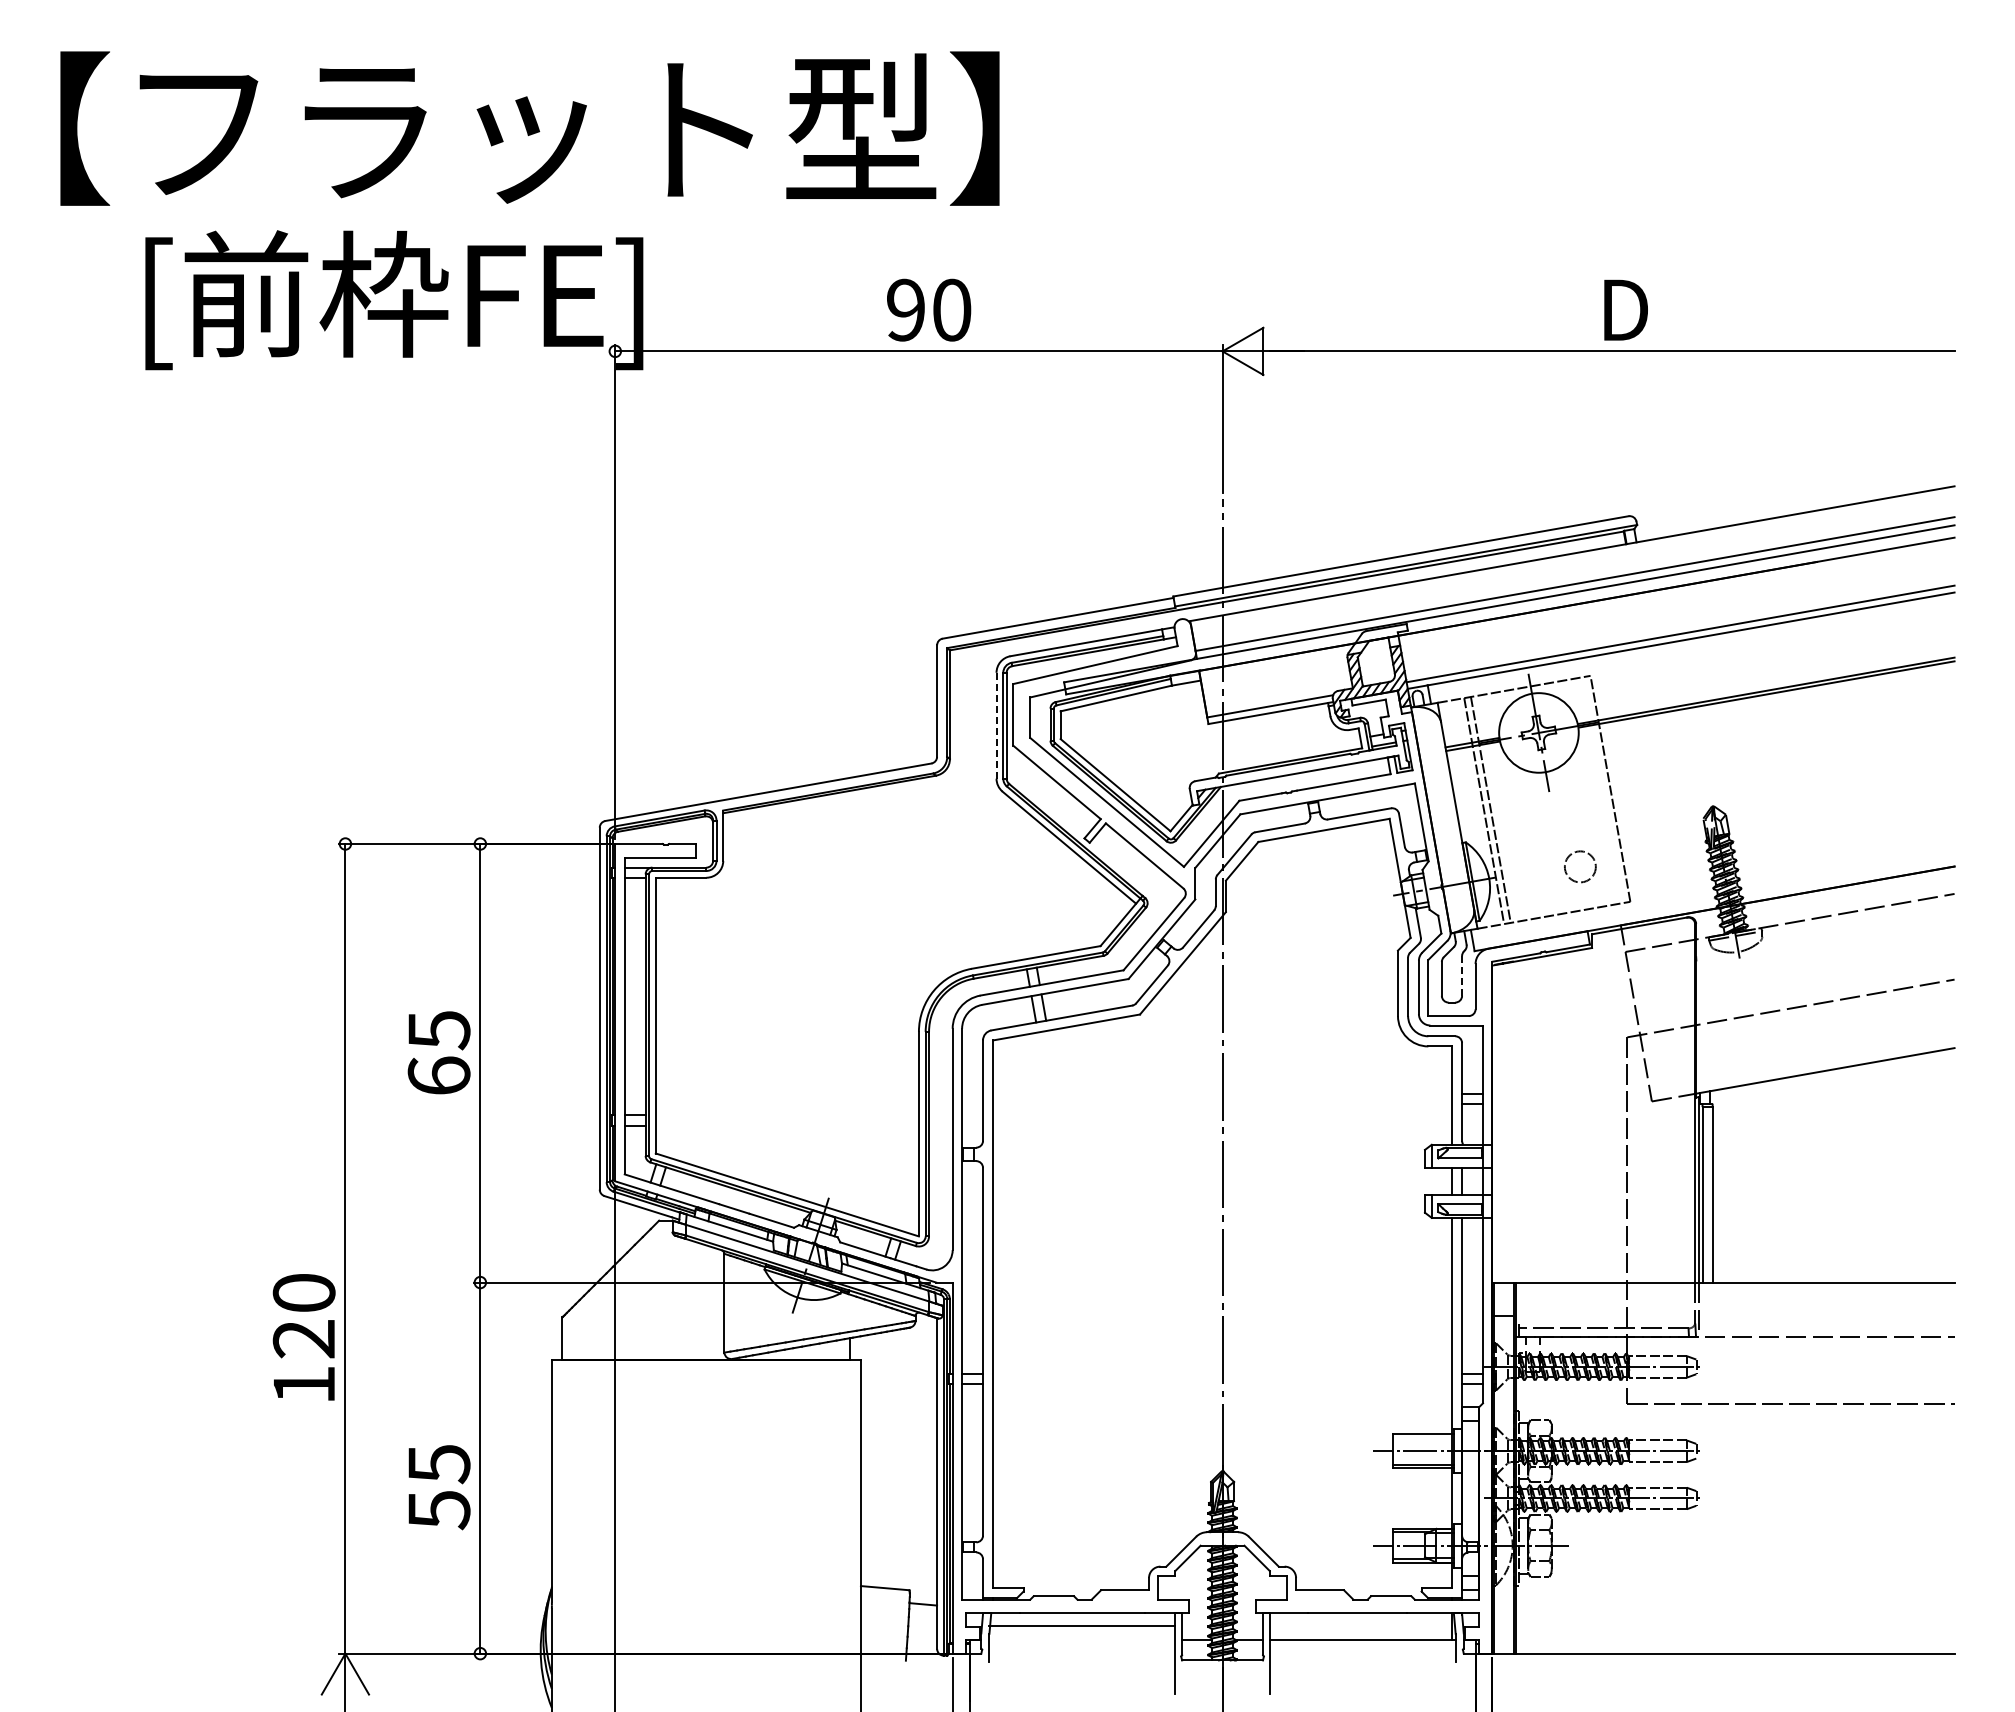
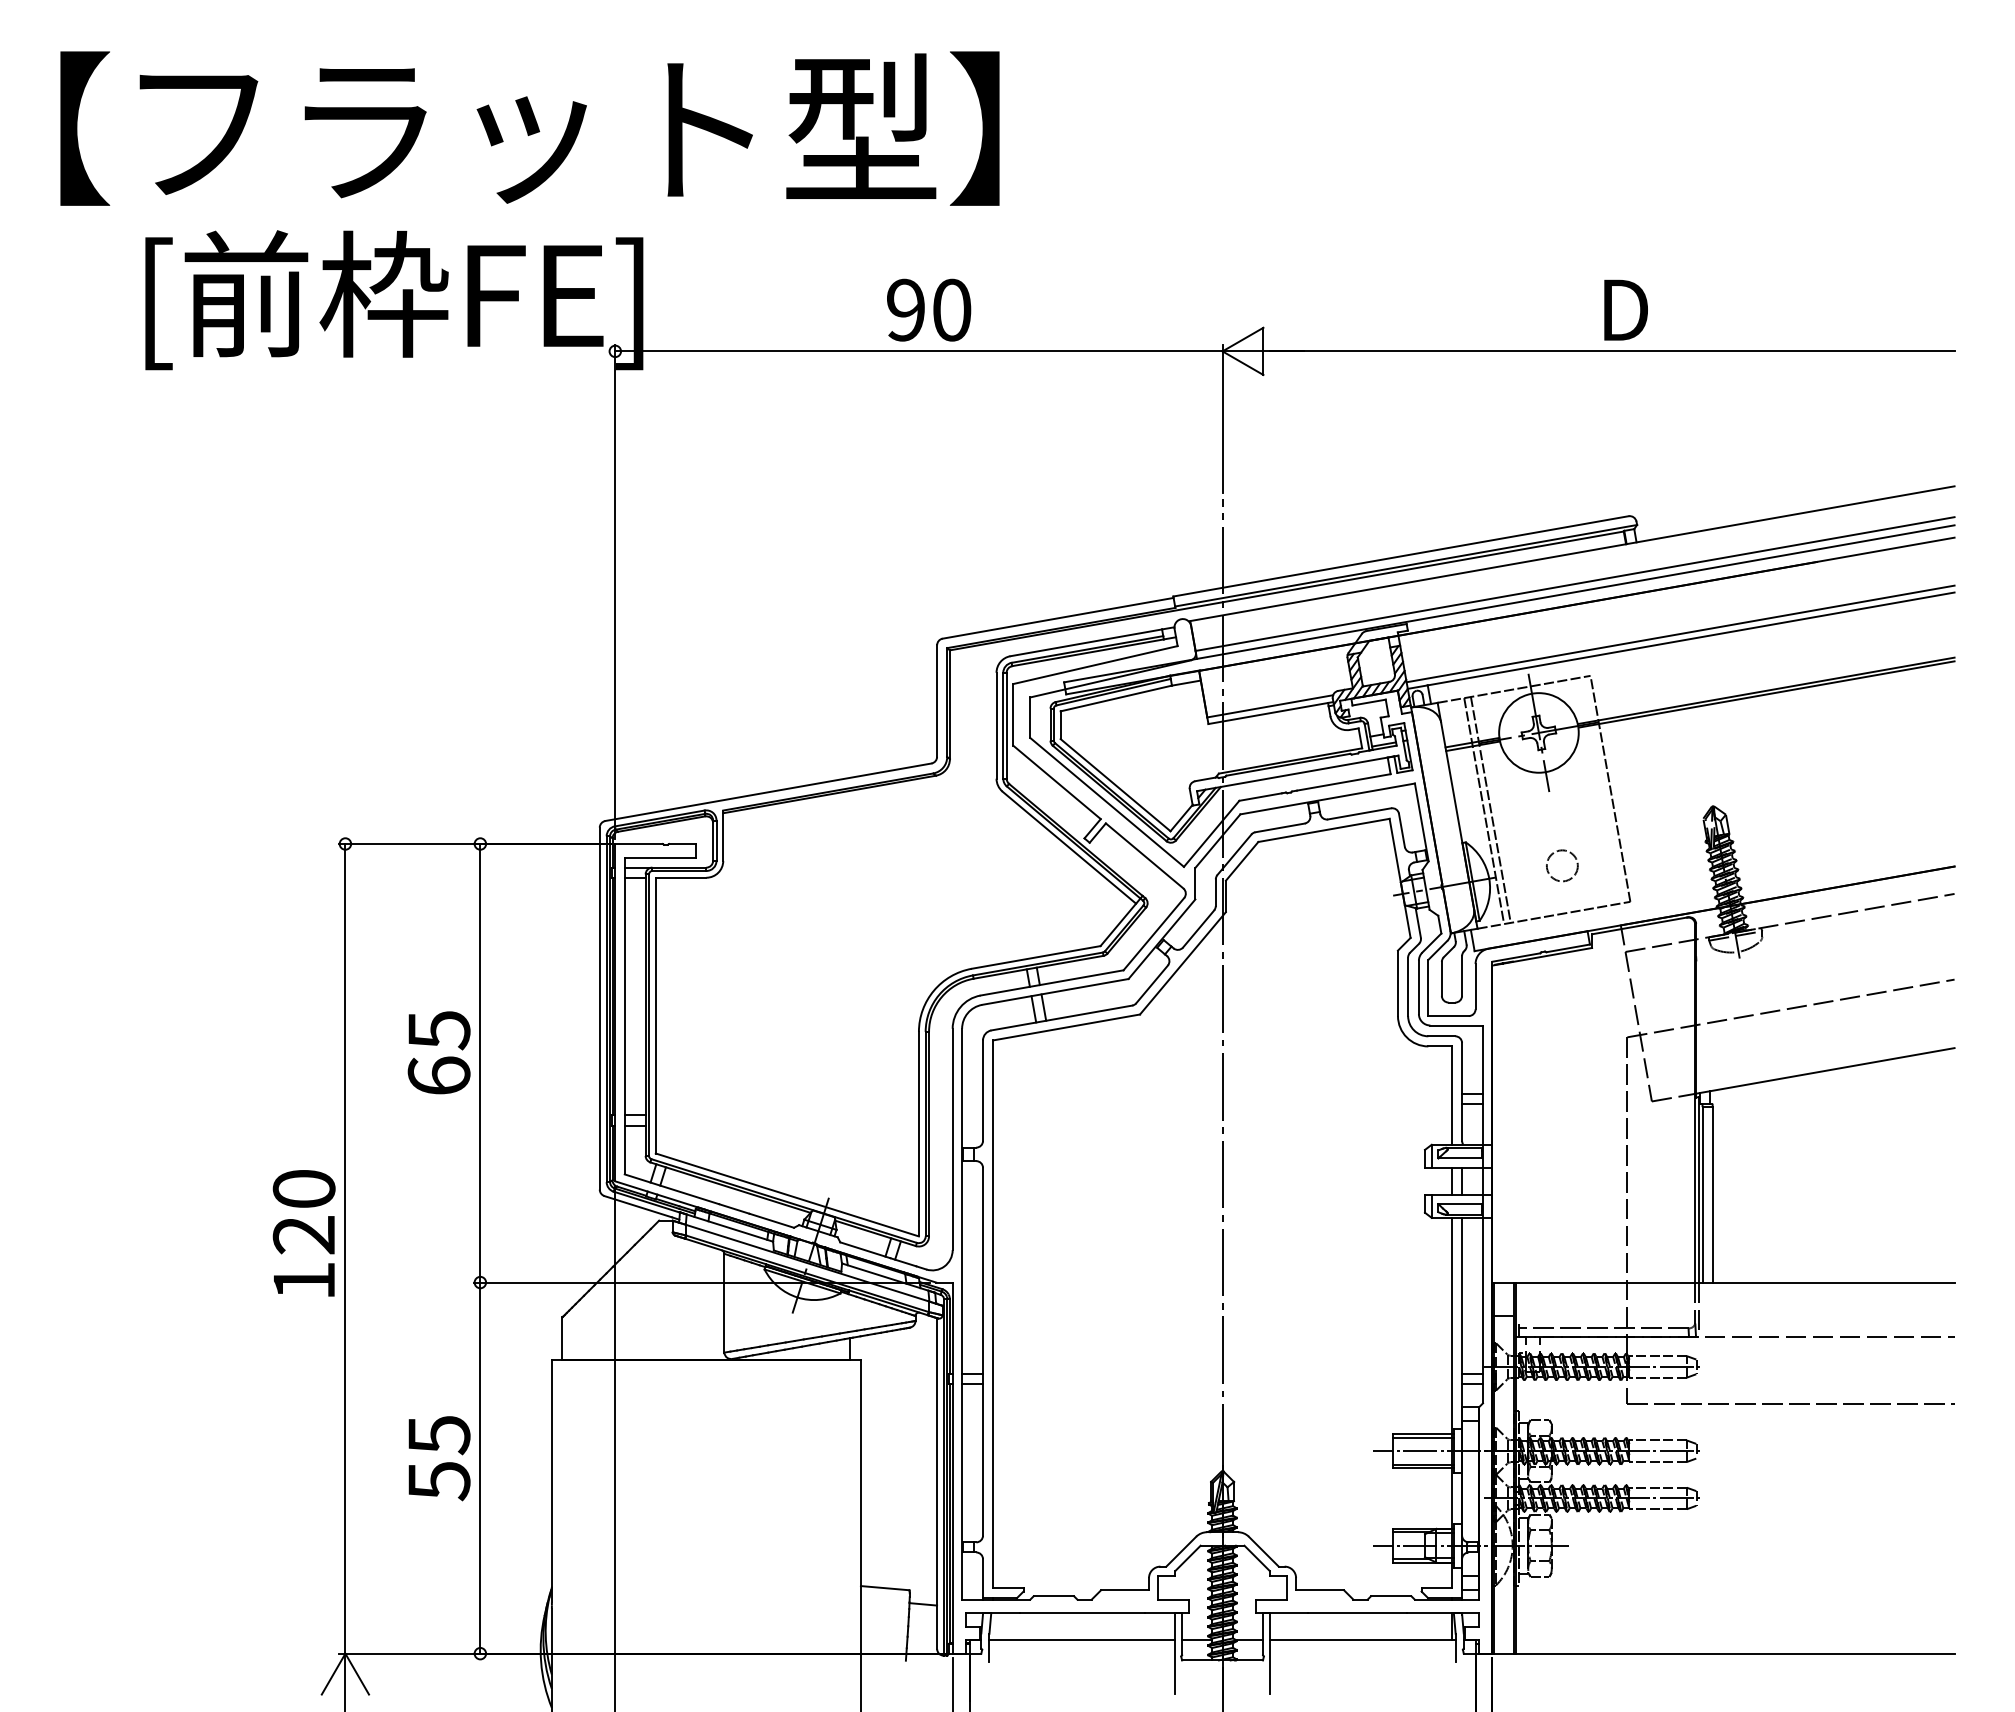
line at (996, 725): dashed -> solid
circle at (1580, 866) position: (1580, 866) -> (1562, 865)
line at (1462, 975): dashed -> solid
text at (303, 1337) position: (303, 1337) -> (303, 1233)
line at (1423, 1437): none -> present
text at (439, 1487) position: (439, 1487) -> (439, 1458)
line at (1082, 1626) position: (1082, 1626) -> (1082, 1640)
